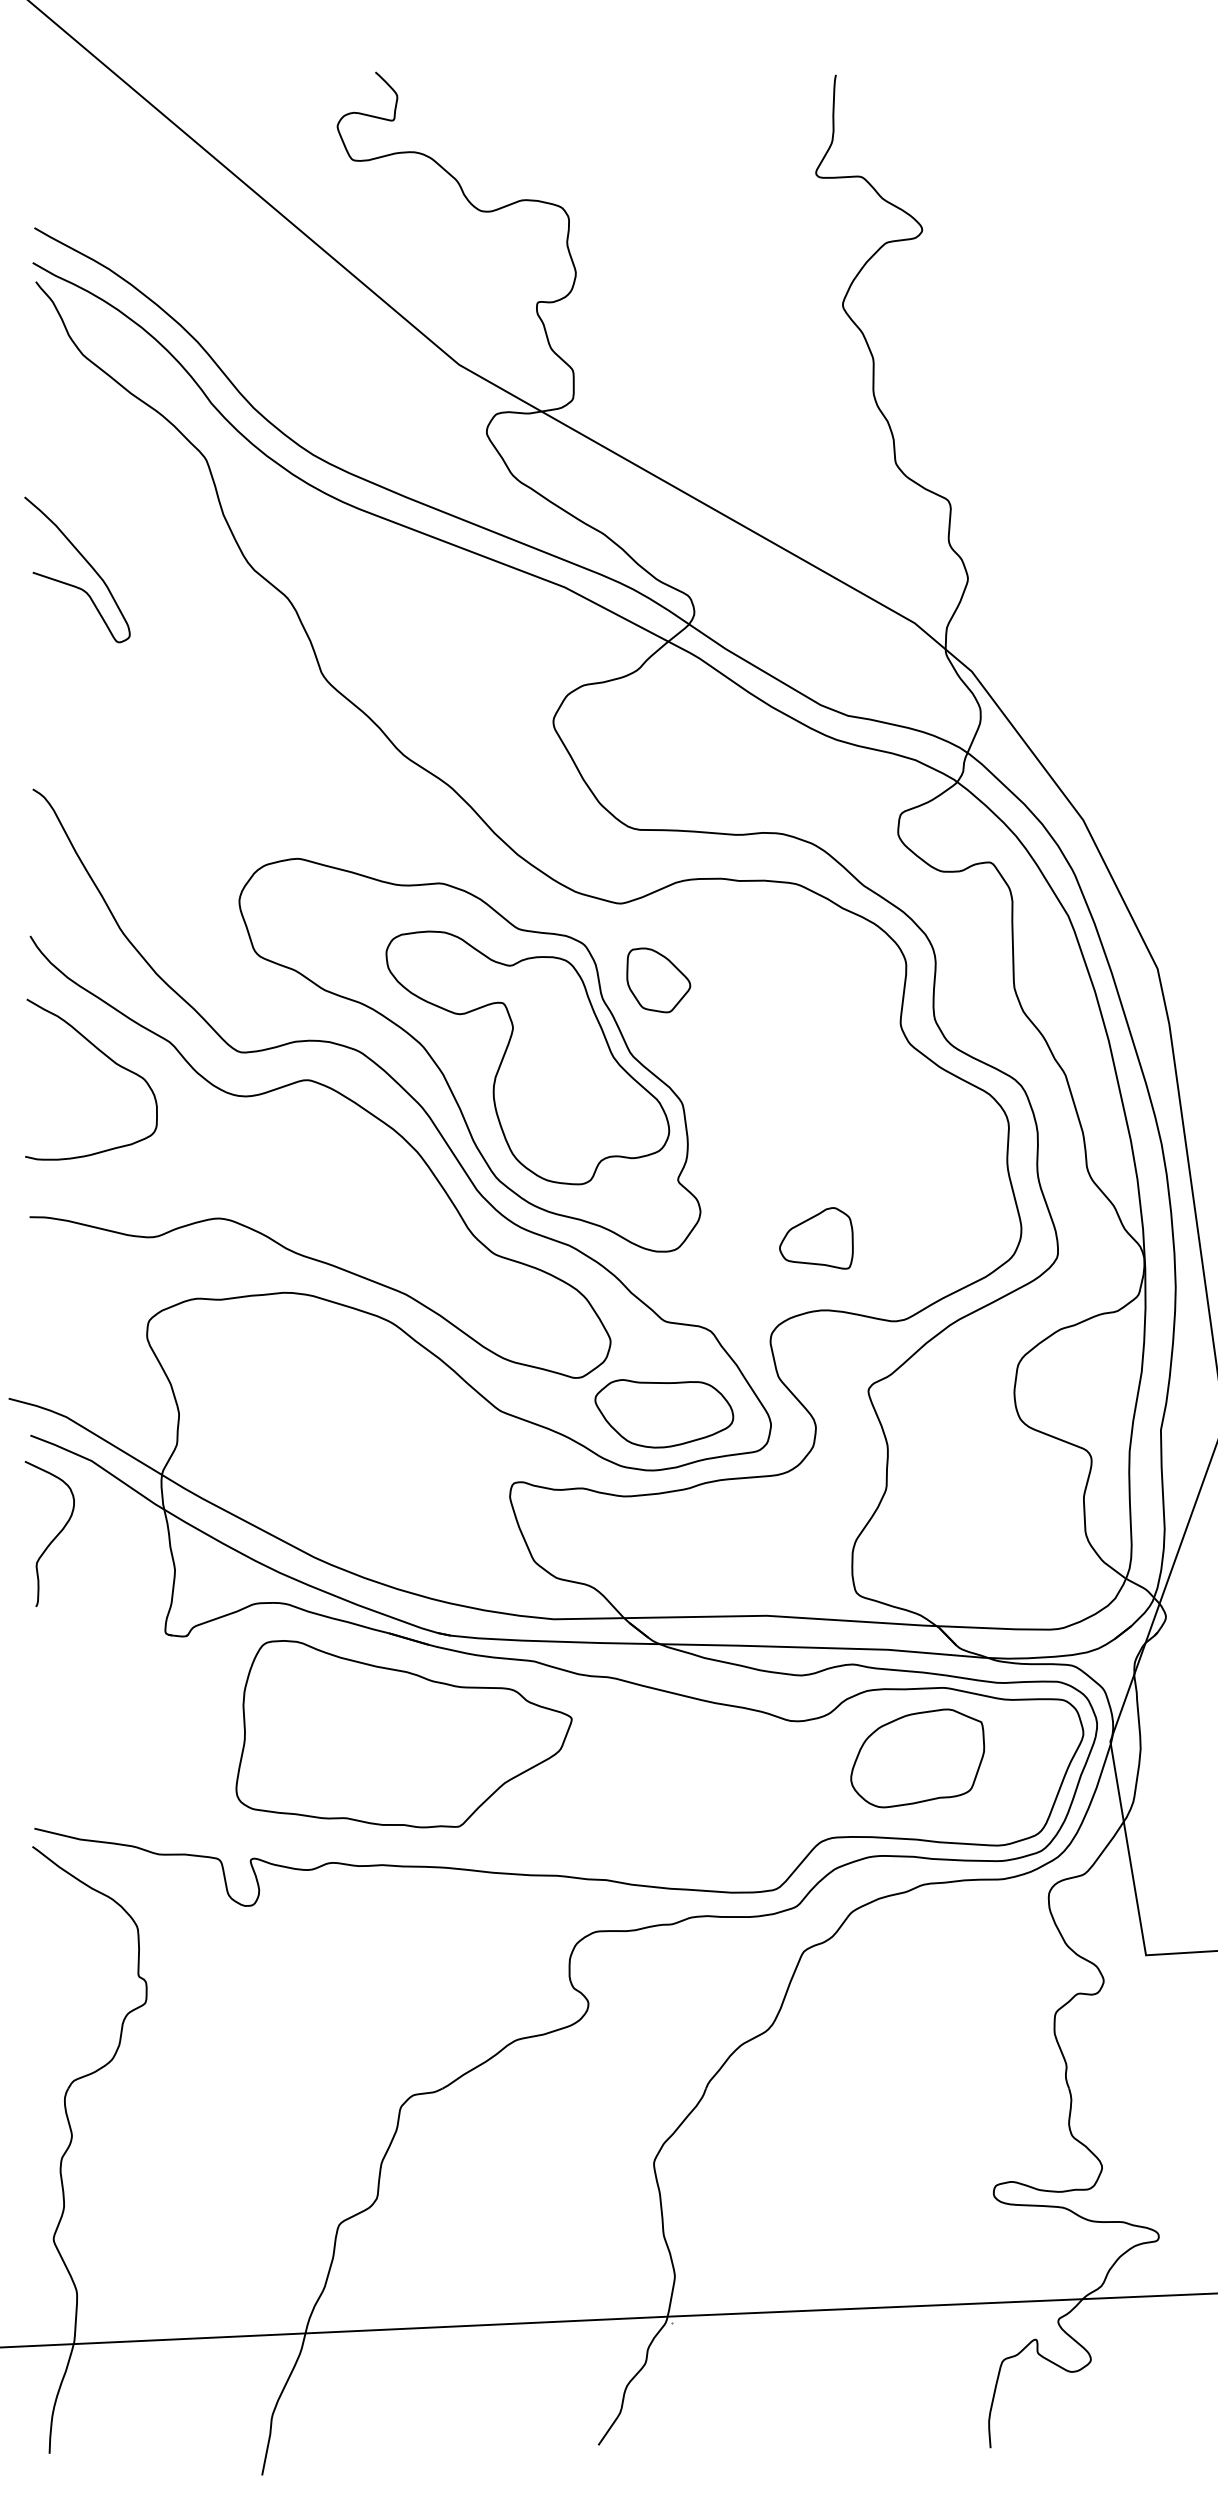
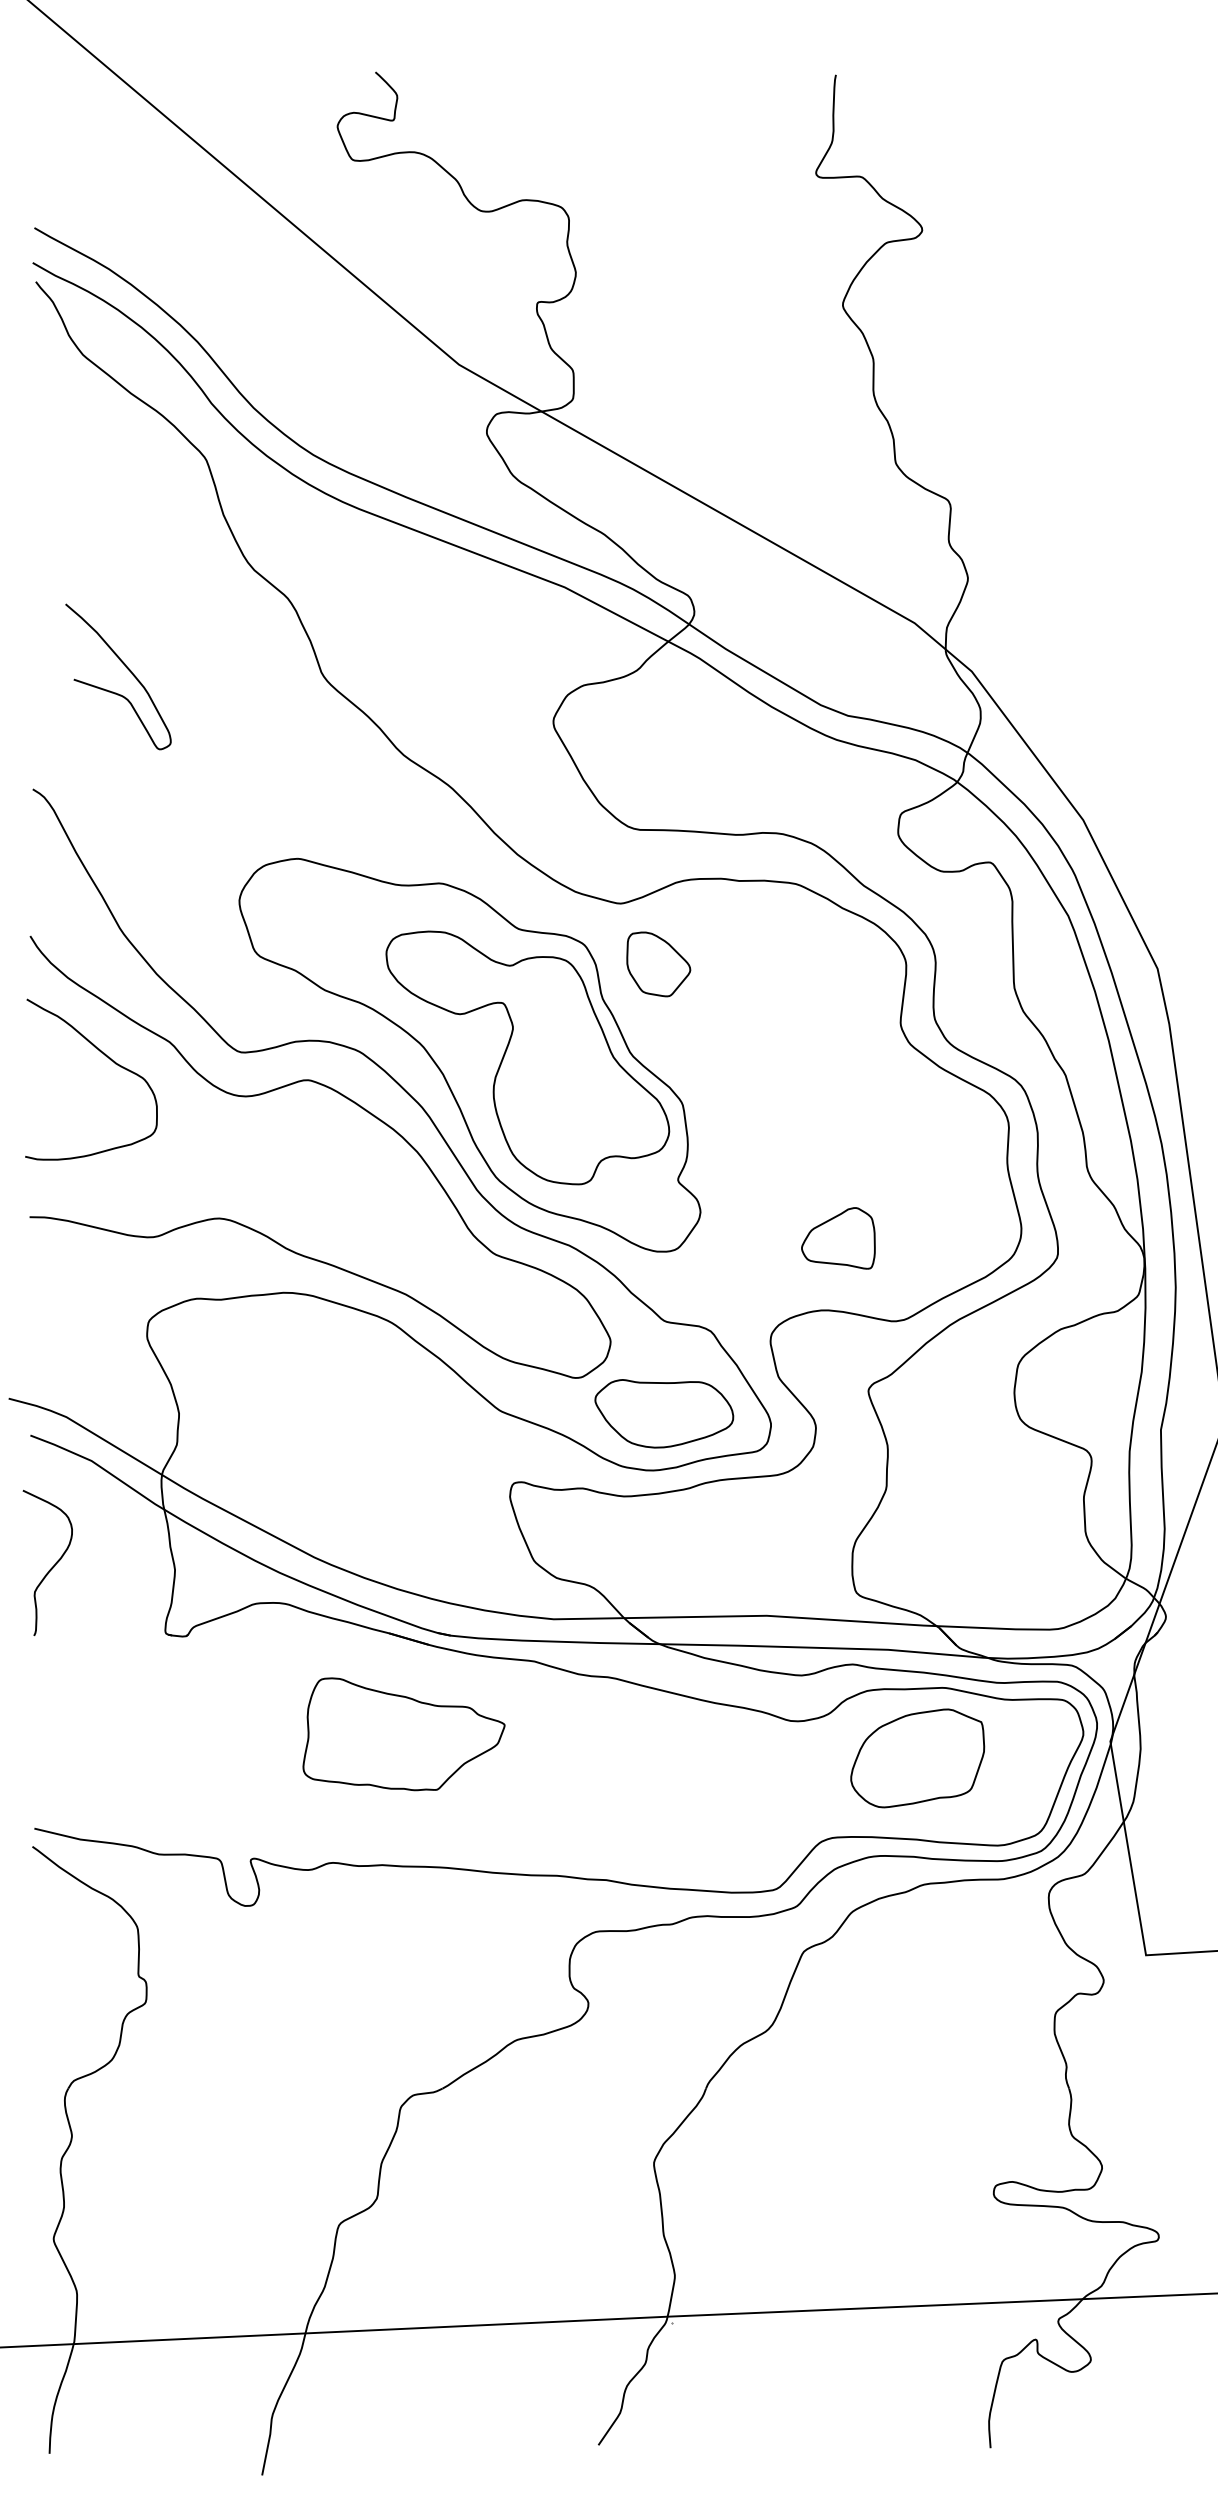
curve at (85, 561) position: (85, 561) -> (126, 668)
part at (658, 980) position: (658, 980) -> (658, 964)
part at (816, 1238) position: (816, 1238) -> (838, 1238)
curve at (54, 1537) position: (54, 1537) -> (52, 1566)
part at (403, 1734) size: 338x189 px -> 204x115 px
